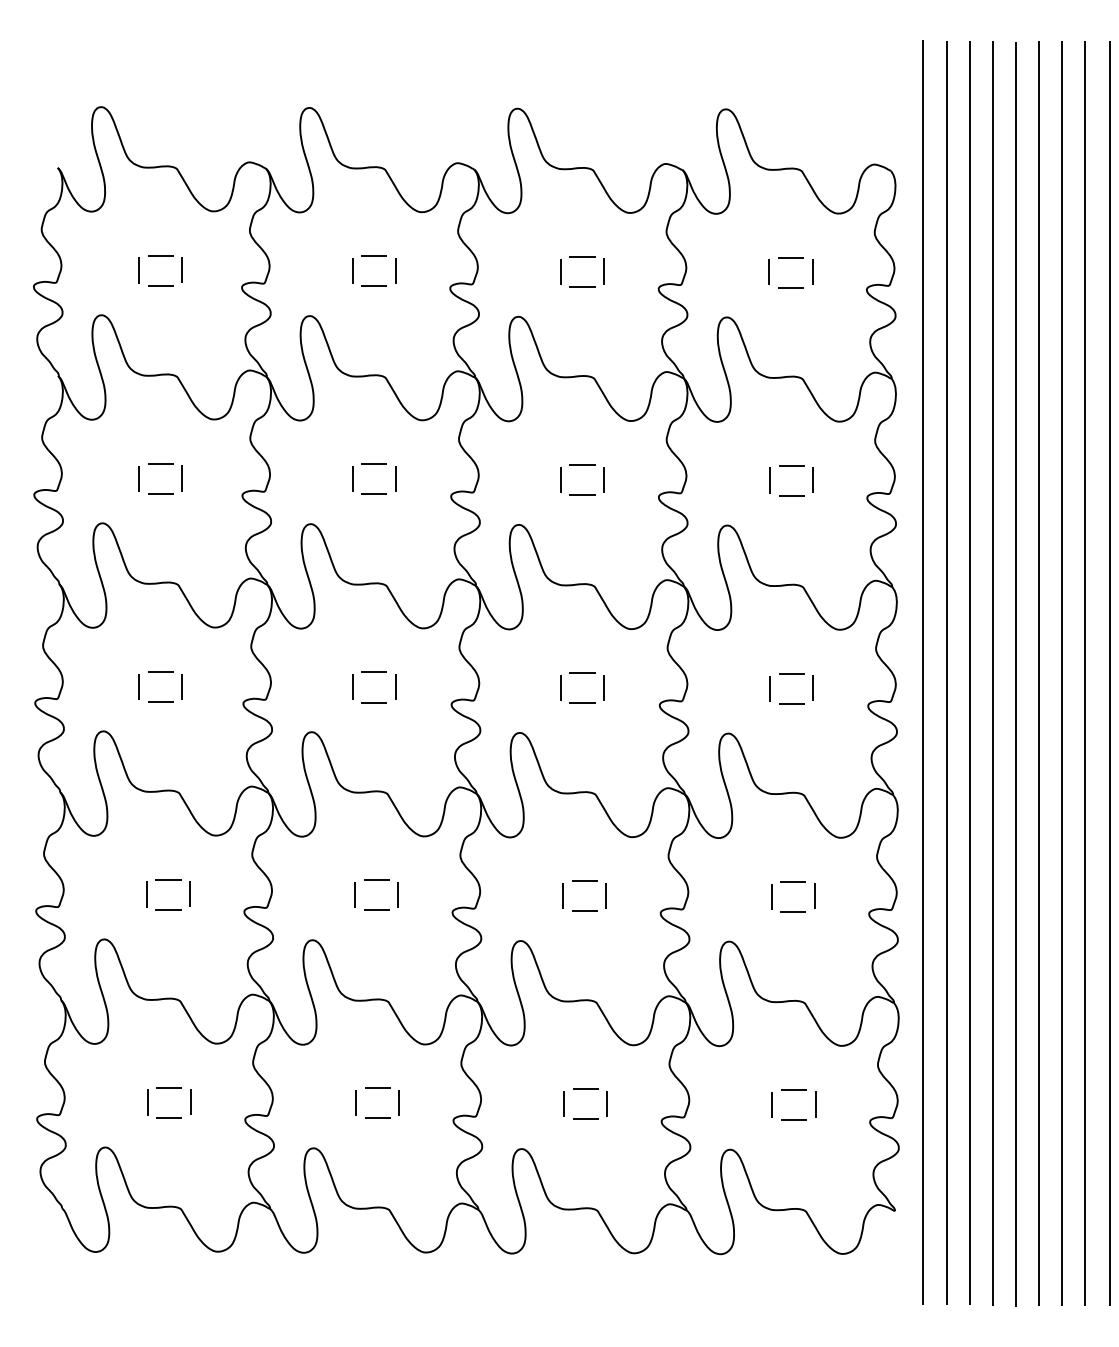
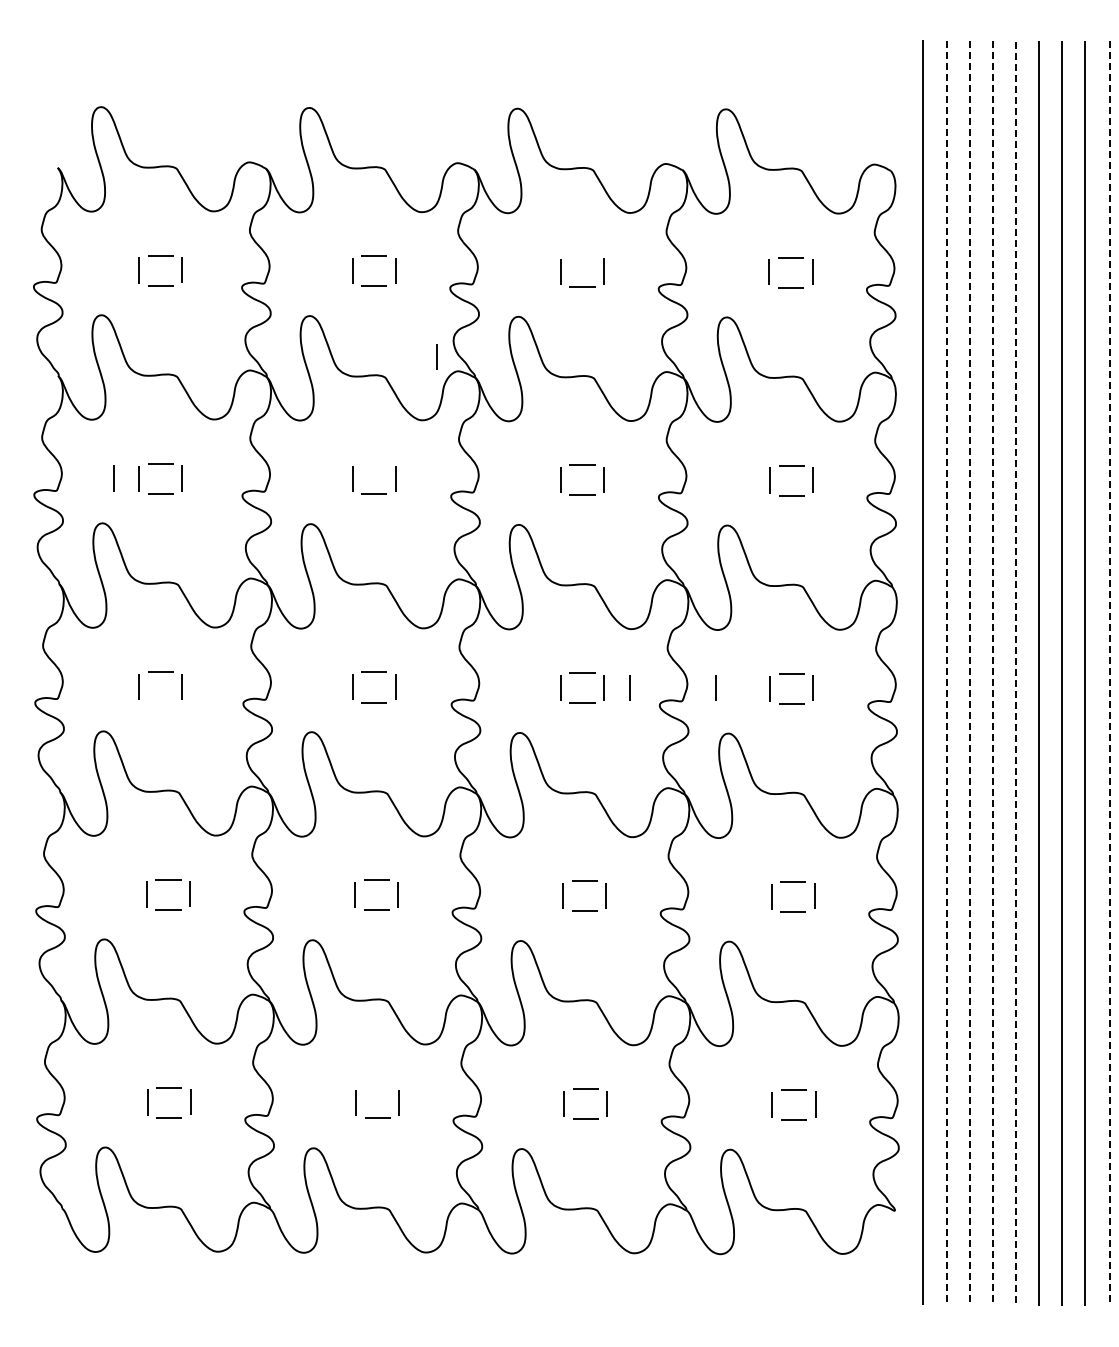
line at (582, 256): present -> none
line at (436, 356): none -> present
line at (373, 463): present -> none
line at (113, 478): none -> present
line at (946, 673): solid -> dashed
line at (969, 673): solid -> dashed
line at (992, 673): solid -> dashed
line at (1109, 673): solid -> dashed
line at (1016, 674): solid -> dashed
line at (629, 687): none -> present
line at (715, 687): none -> present
line at (160, 701): present -> none
line at (377, 1087): present -> none
